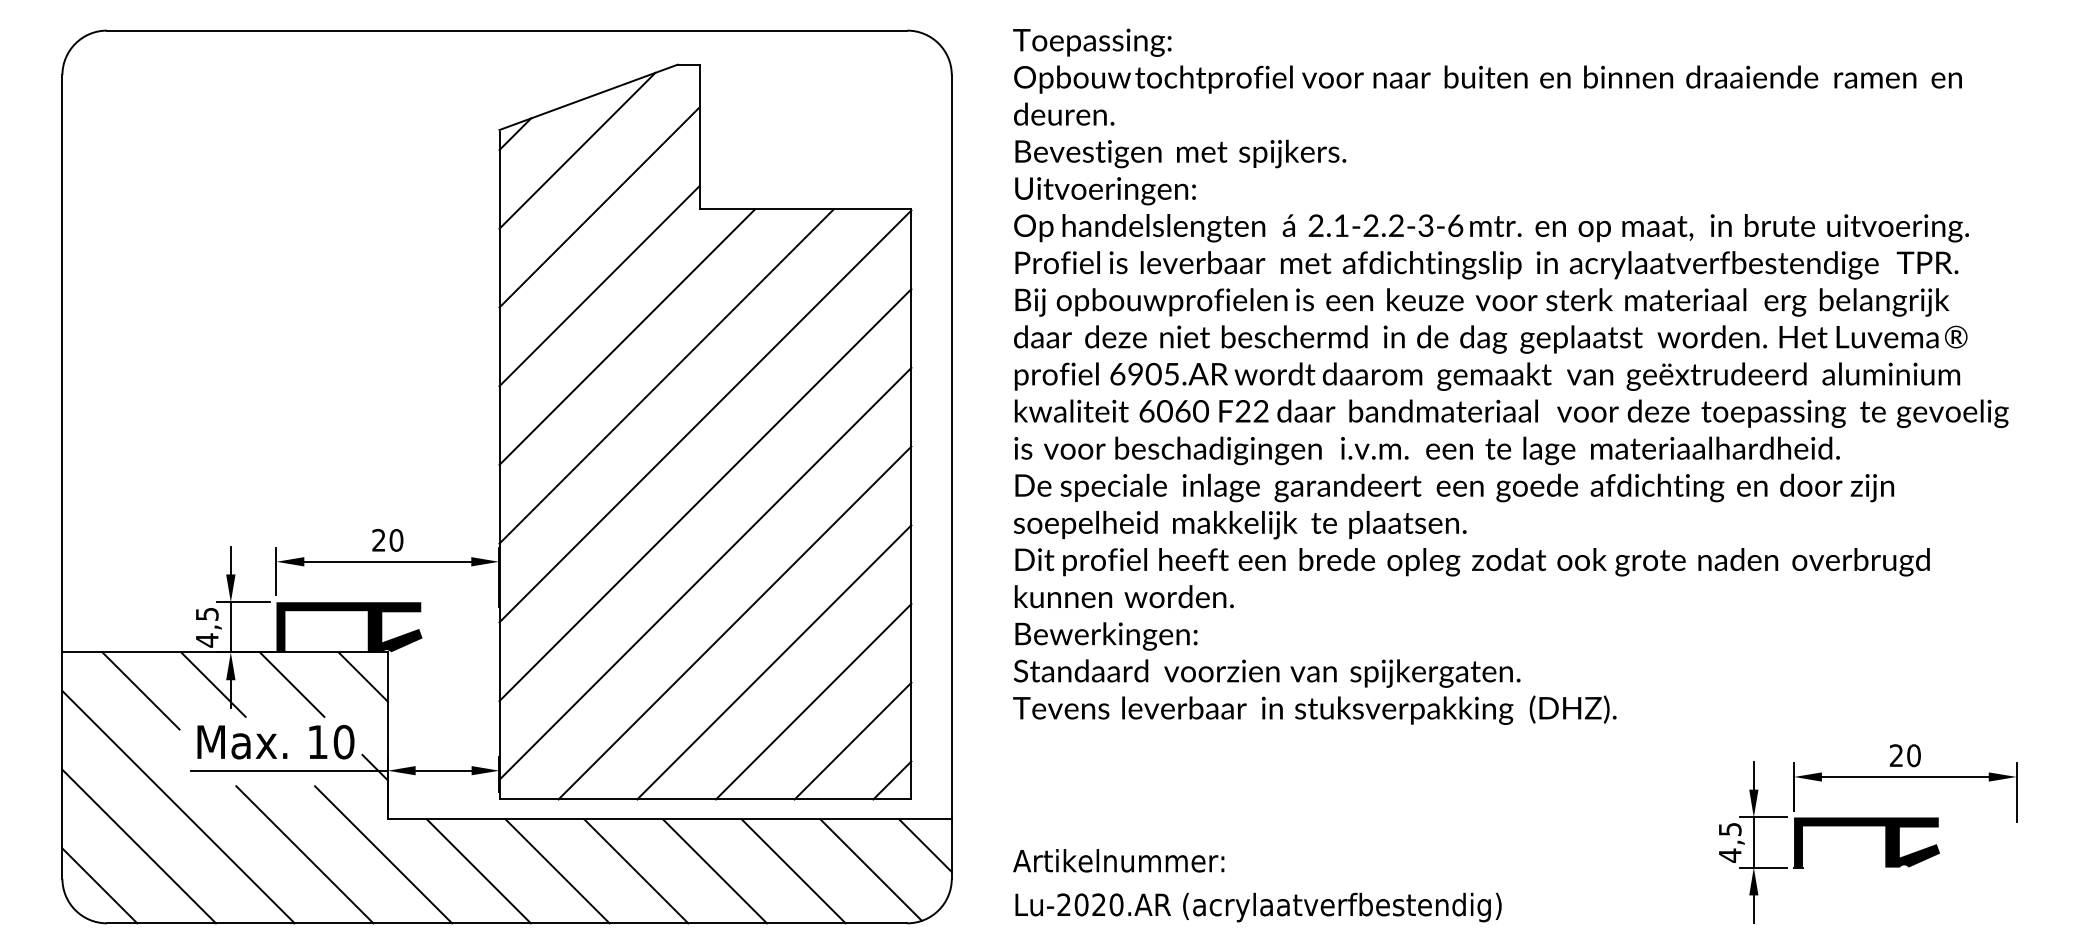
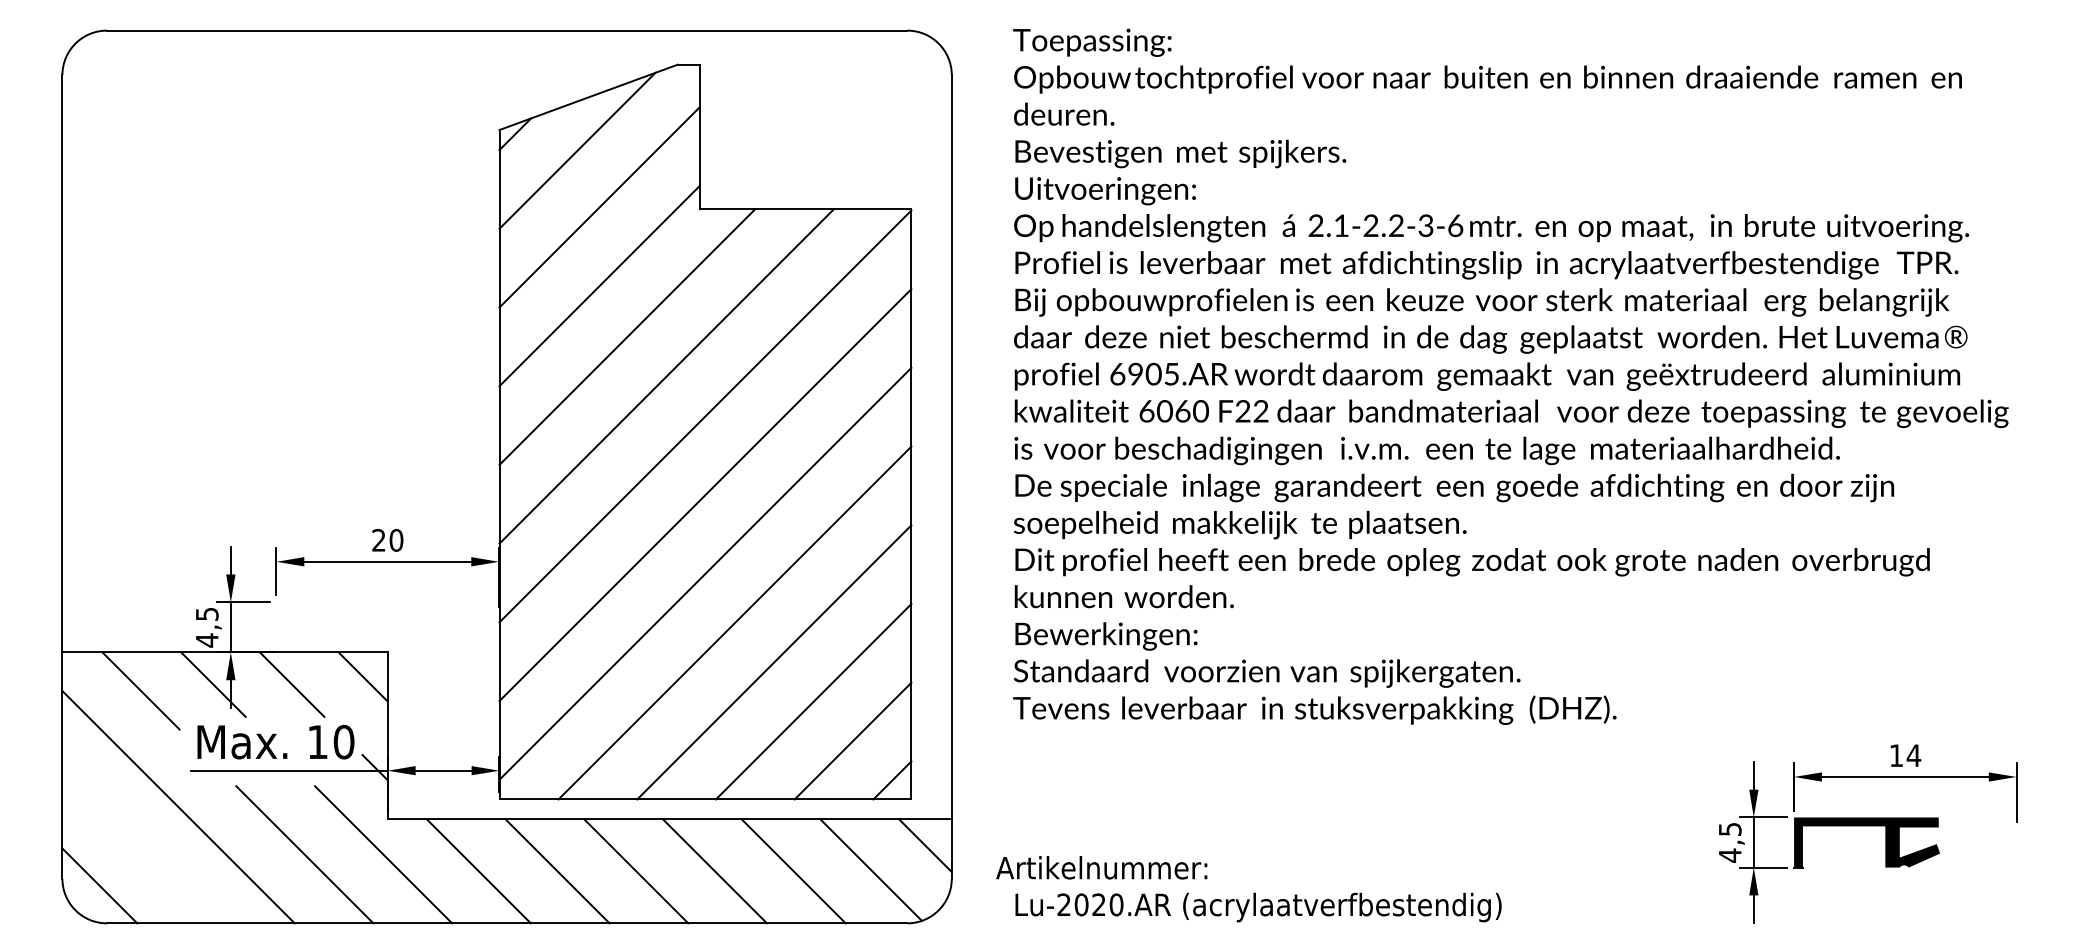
fill at (349, 627): present -> none
text at (1905, 755): 20 -> 14
line at (139, 846): present -> none
text at (1118, 860) position: (1118, 860) -> (1101, 867)
